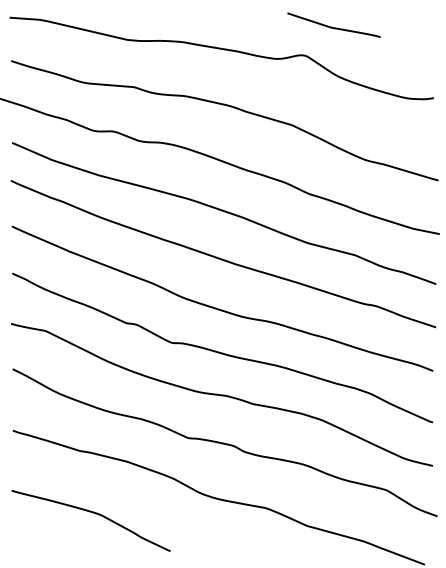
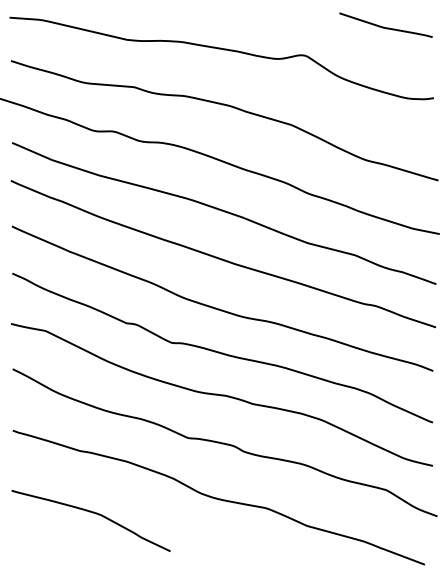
curve at (332, 26) position: (332, 26) -> (384, 26)
